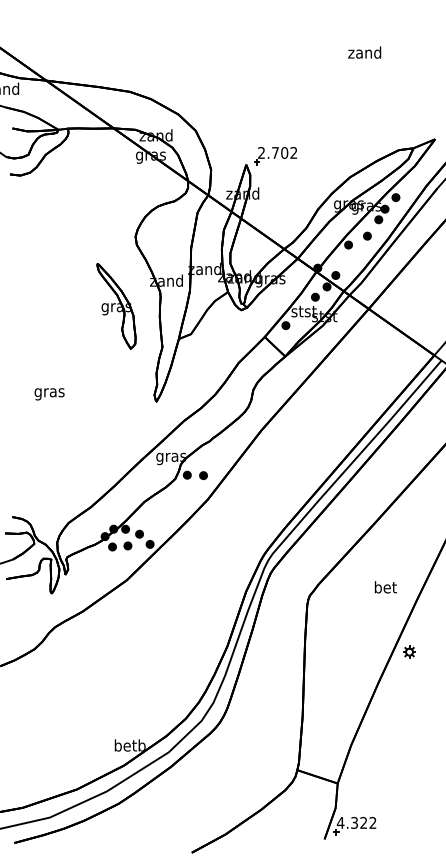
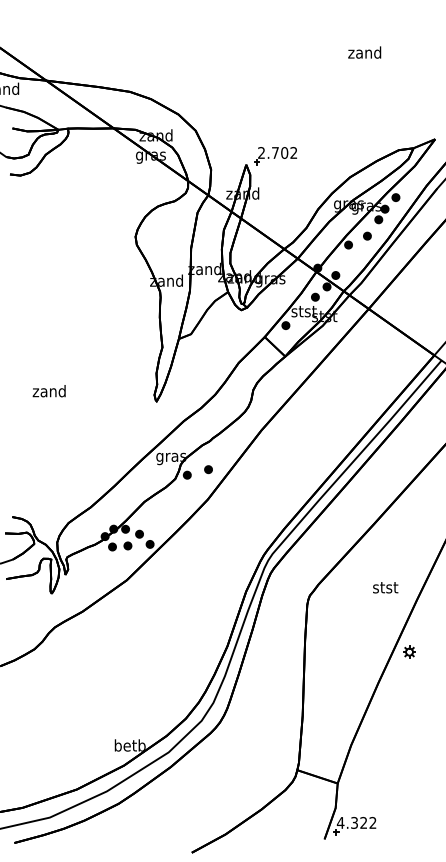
part at (116, 306): present -> none
text at (48, 392): gras -> zand
part at (203, 475) position: (203, 475) -> (208, 469)
text at (385, 587): bet -> stst
